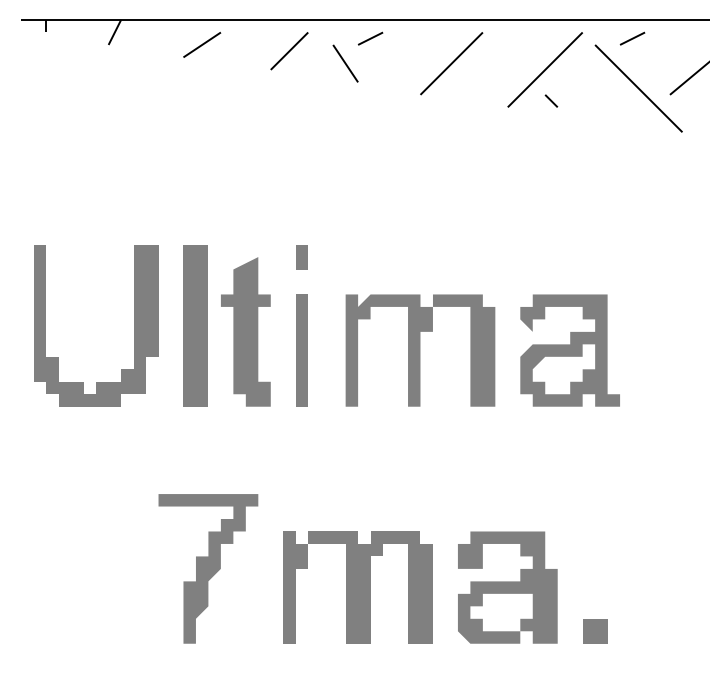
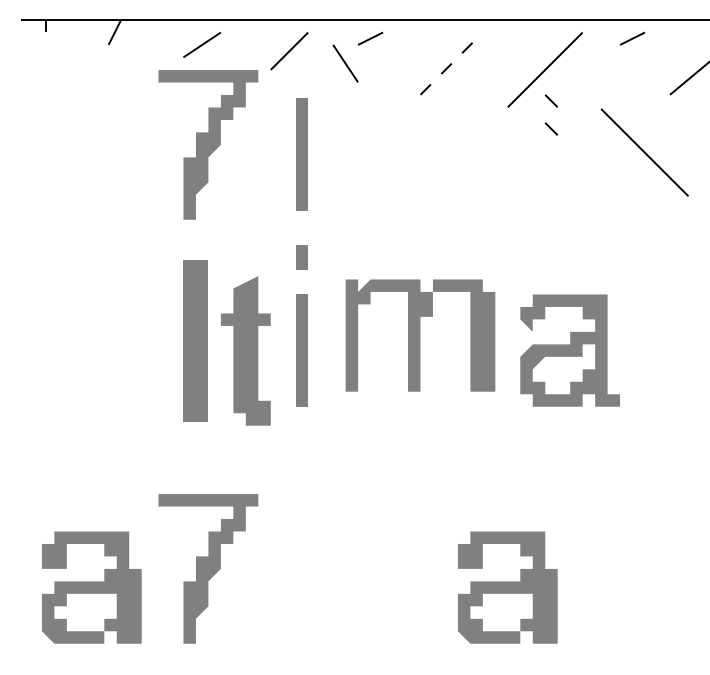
line at (452, 63): solid -> dashed
line at (638, 88) position: (638, 88) -> (644, 152)
line at (551, 128): none -> present
part at (208, 144): none -> present
part at (301, 154): none -> present
fill at (95, 325): present -> none
part at (195, 325) position: (195, 325) -> (195, 340)
part at (245, 331) position: (245, 331) -> (245, 350)
part at (420, 350) position: (420, 350) -> (420, 335)
part at (91, 587): none -> present
fill at (357, 587): present -> none
part at (595, 631): present -> none
